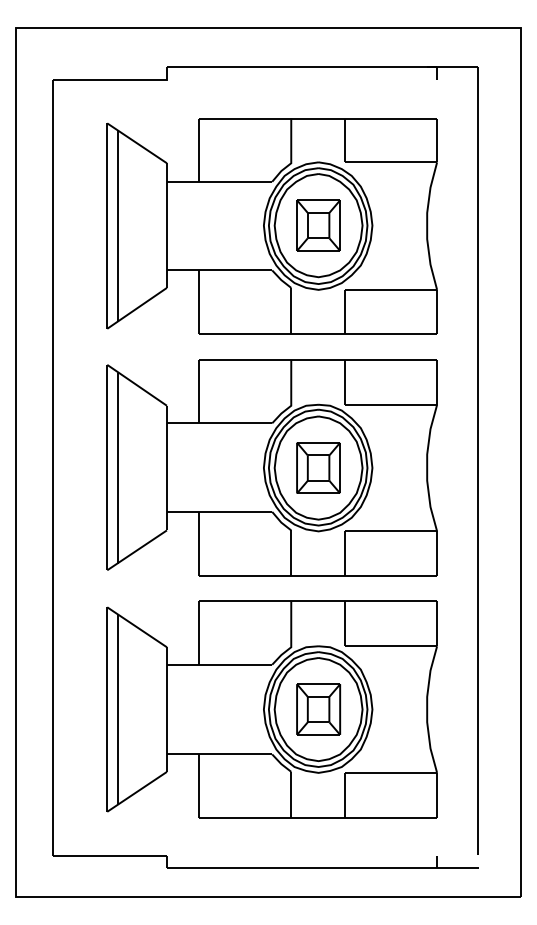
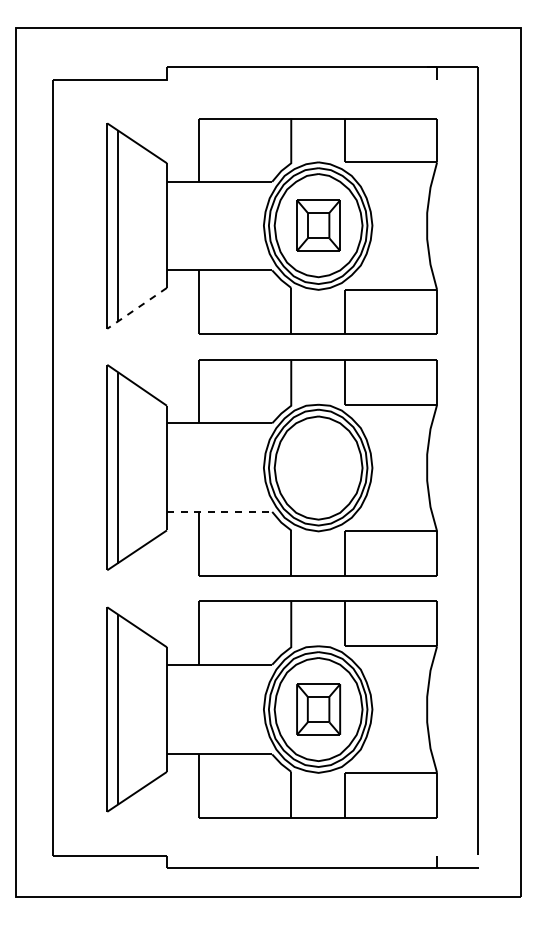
line at (136, 308): solid -> dashed
part at (318, 467): present -> none
line at (219, 511): solid -> dashed
